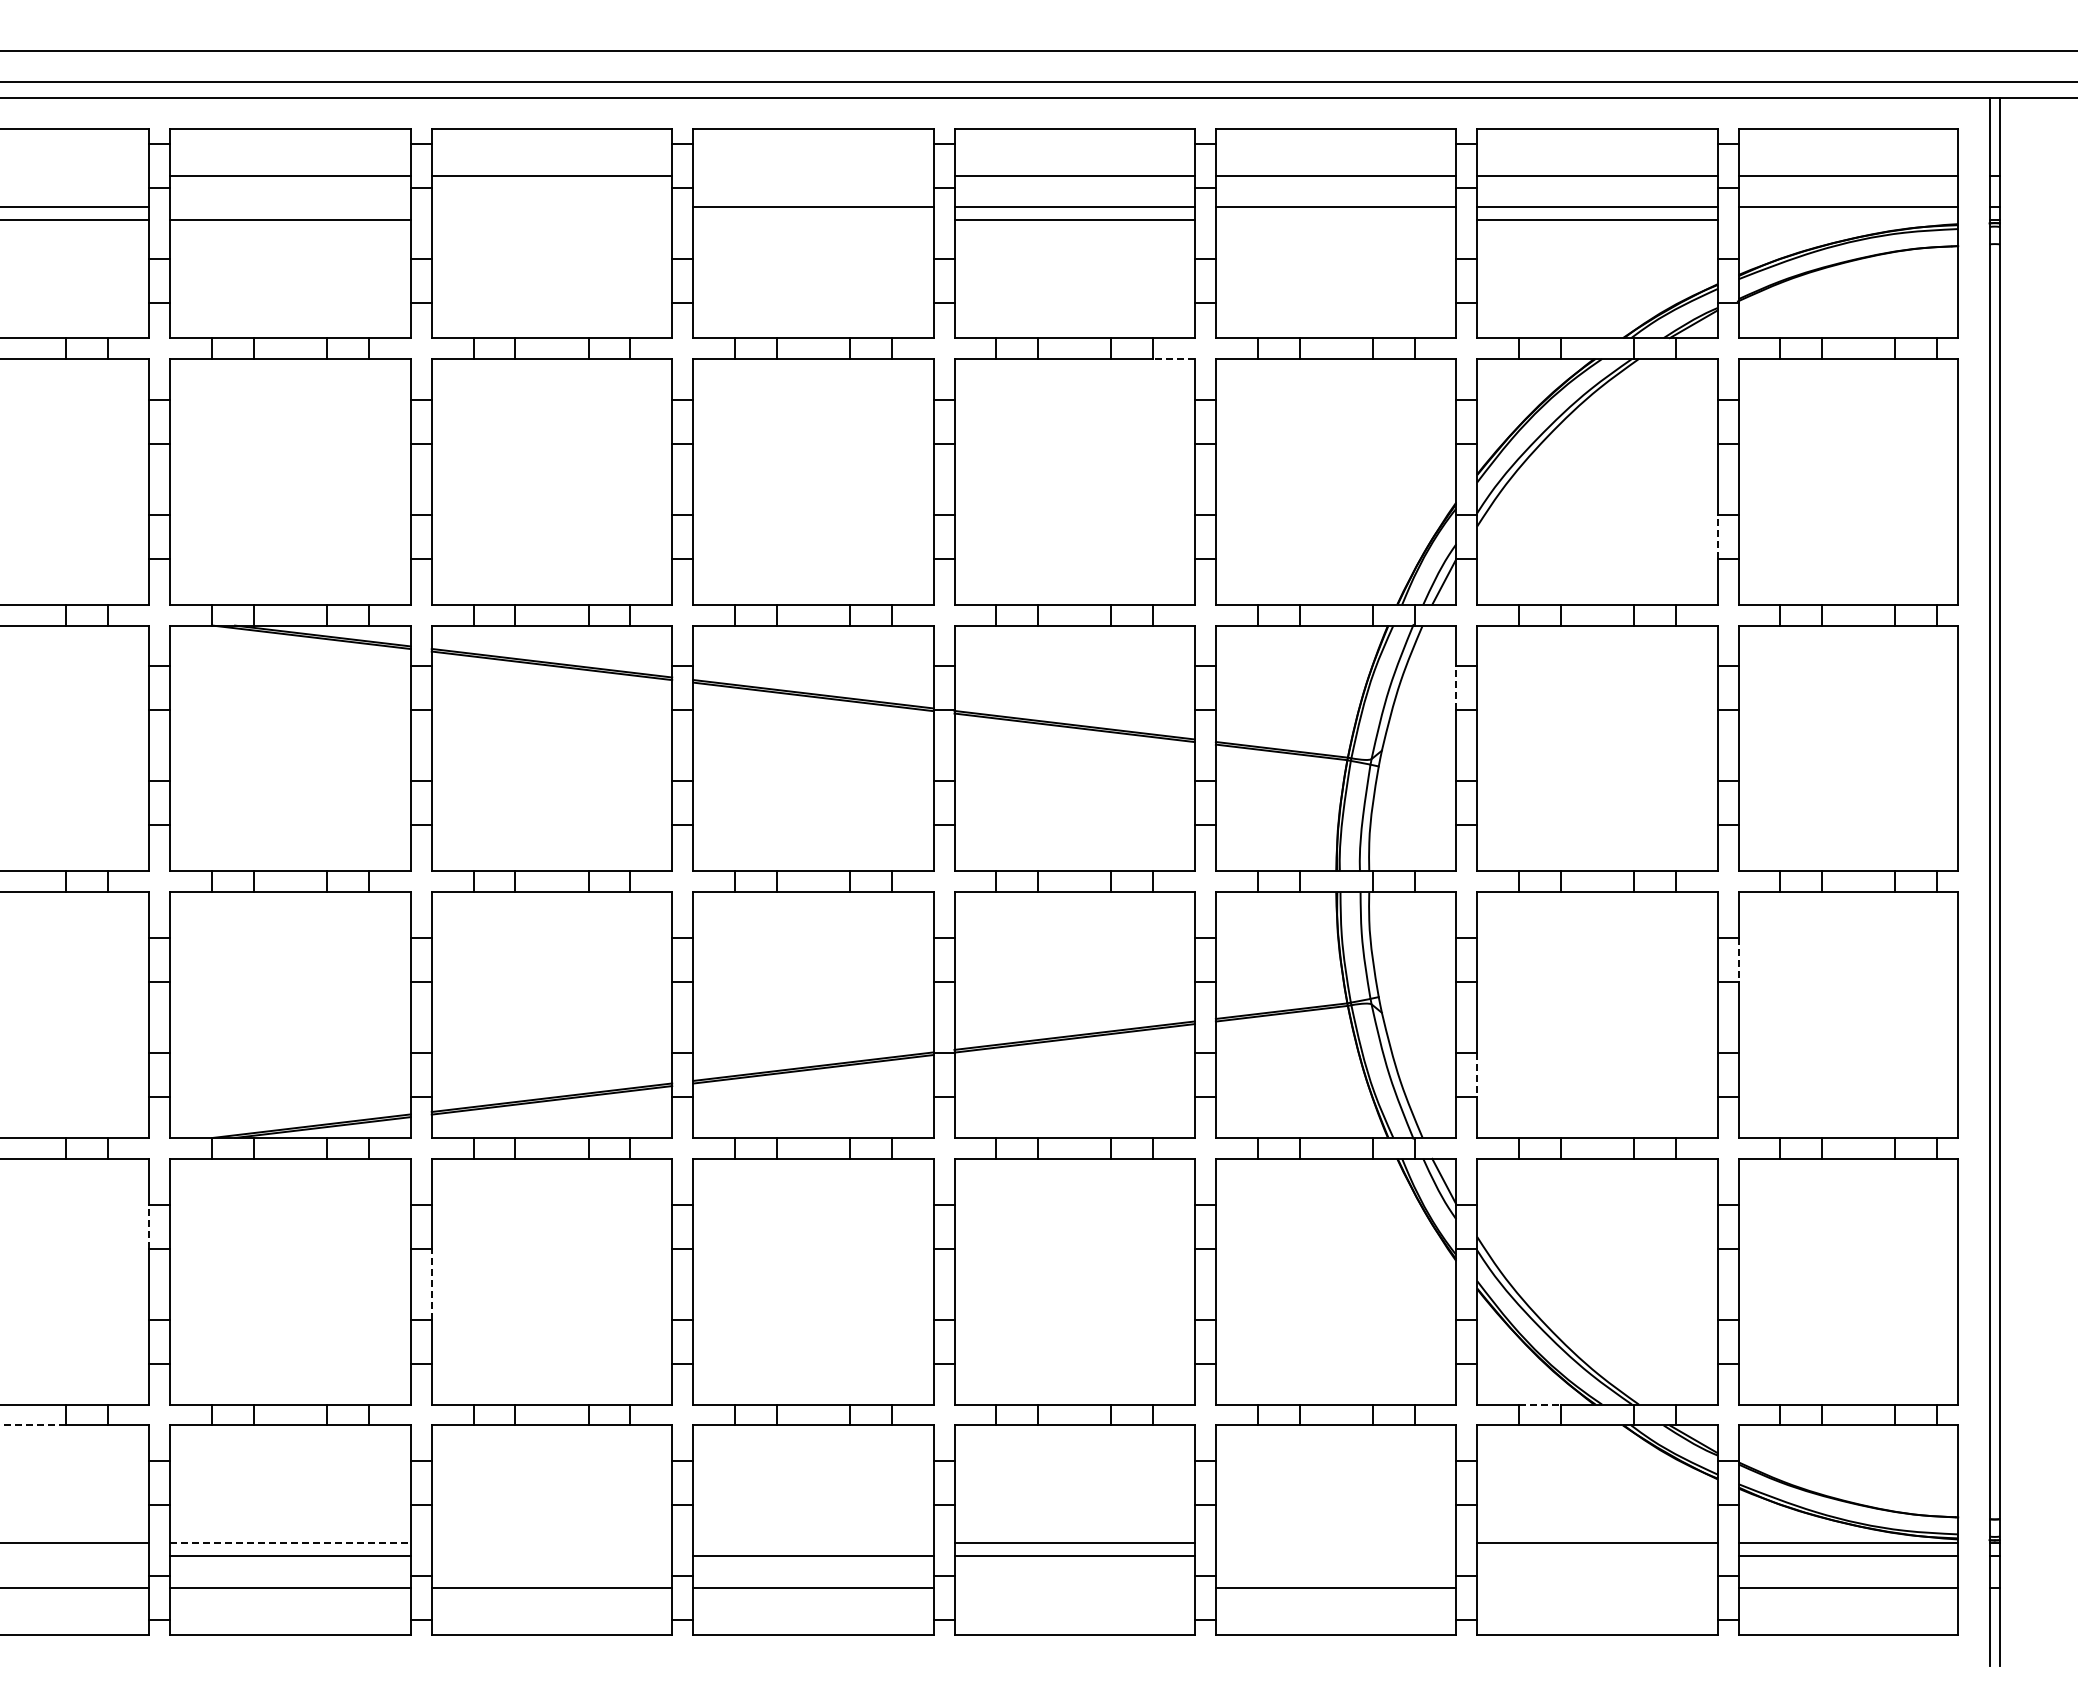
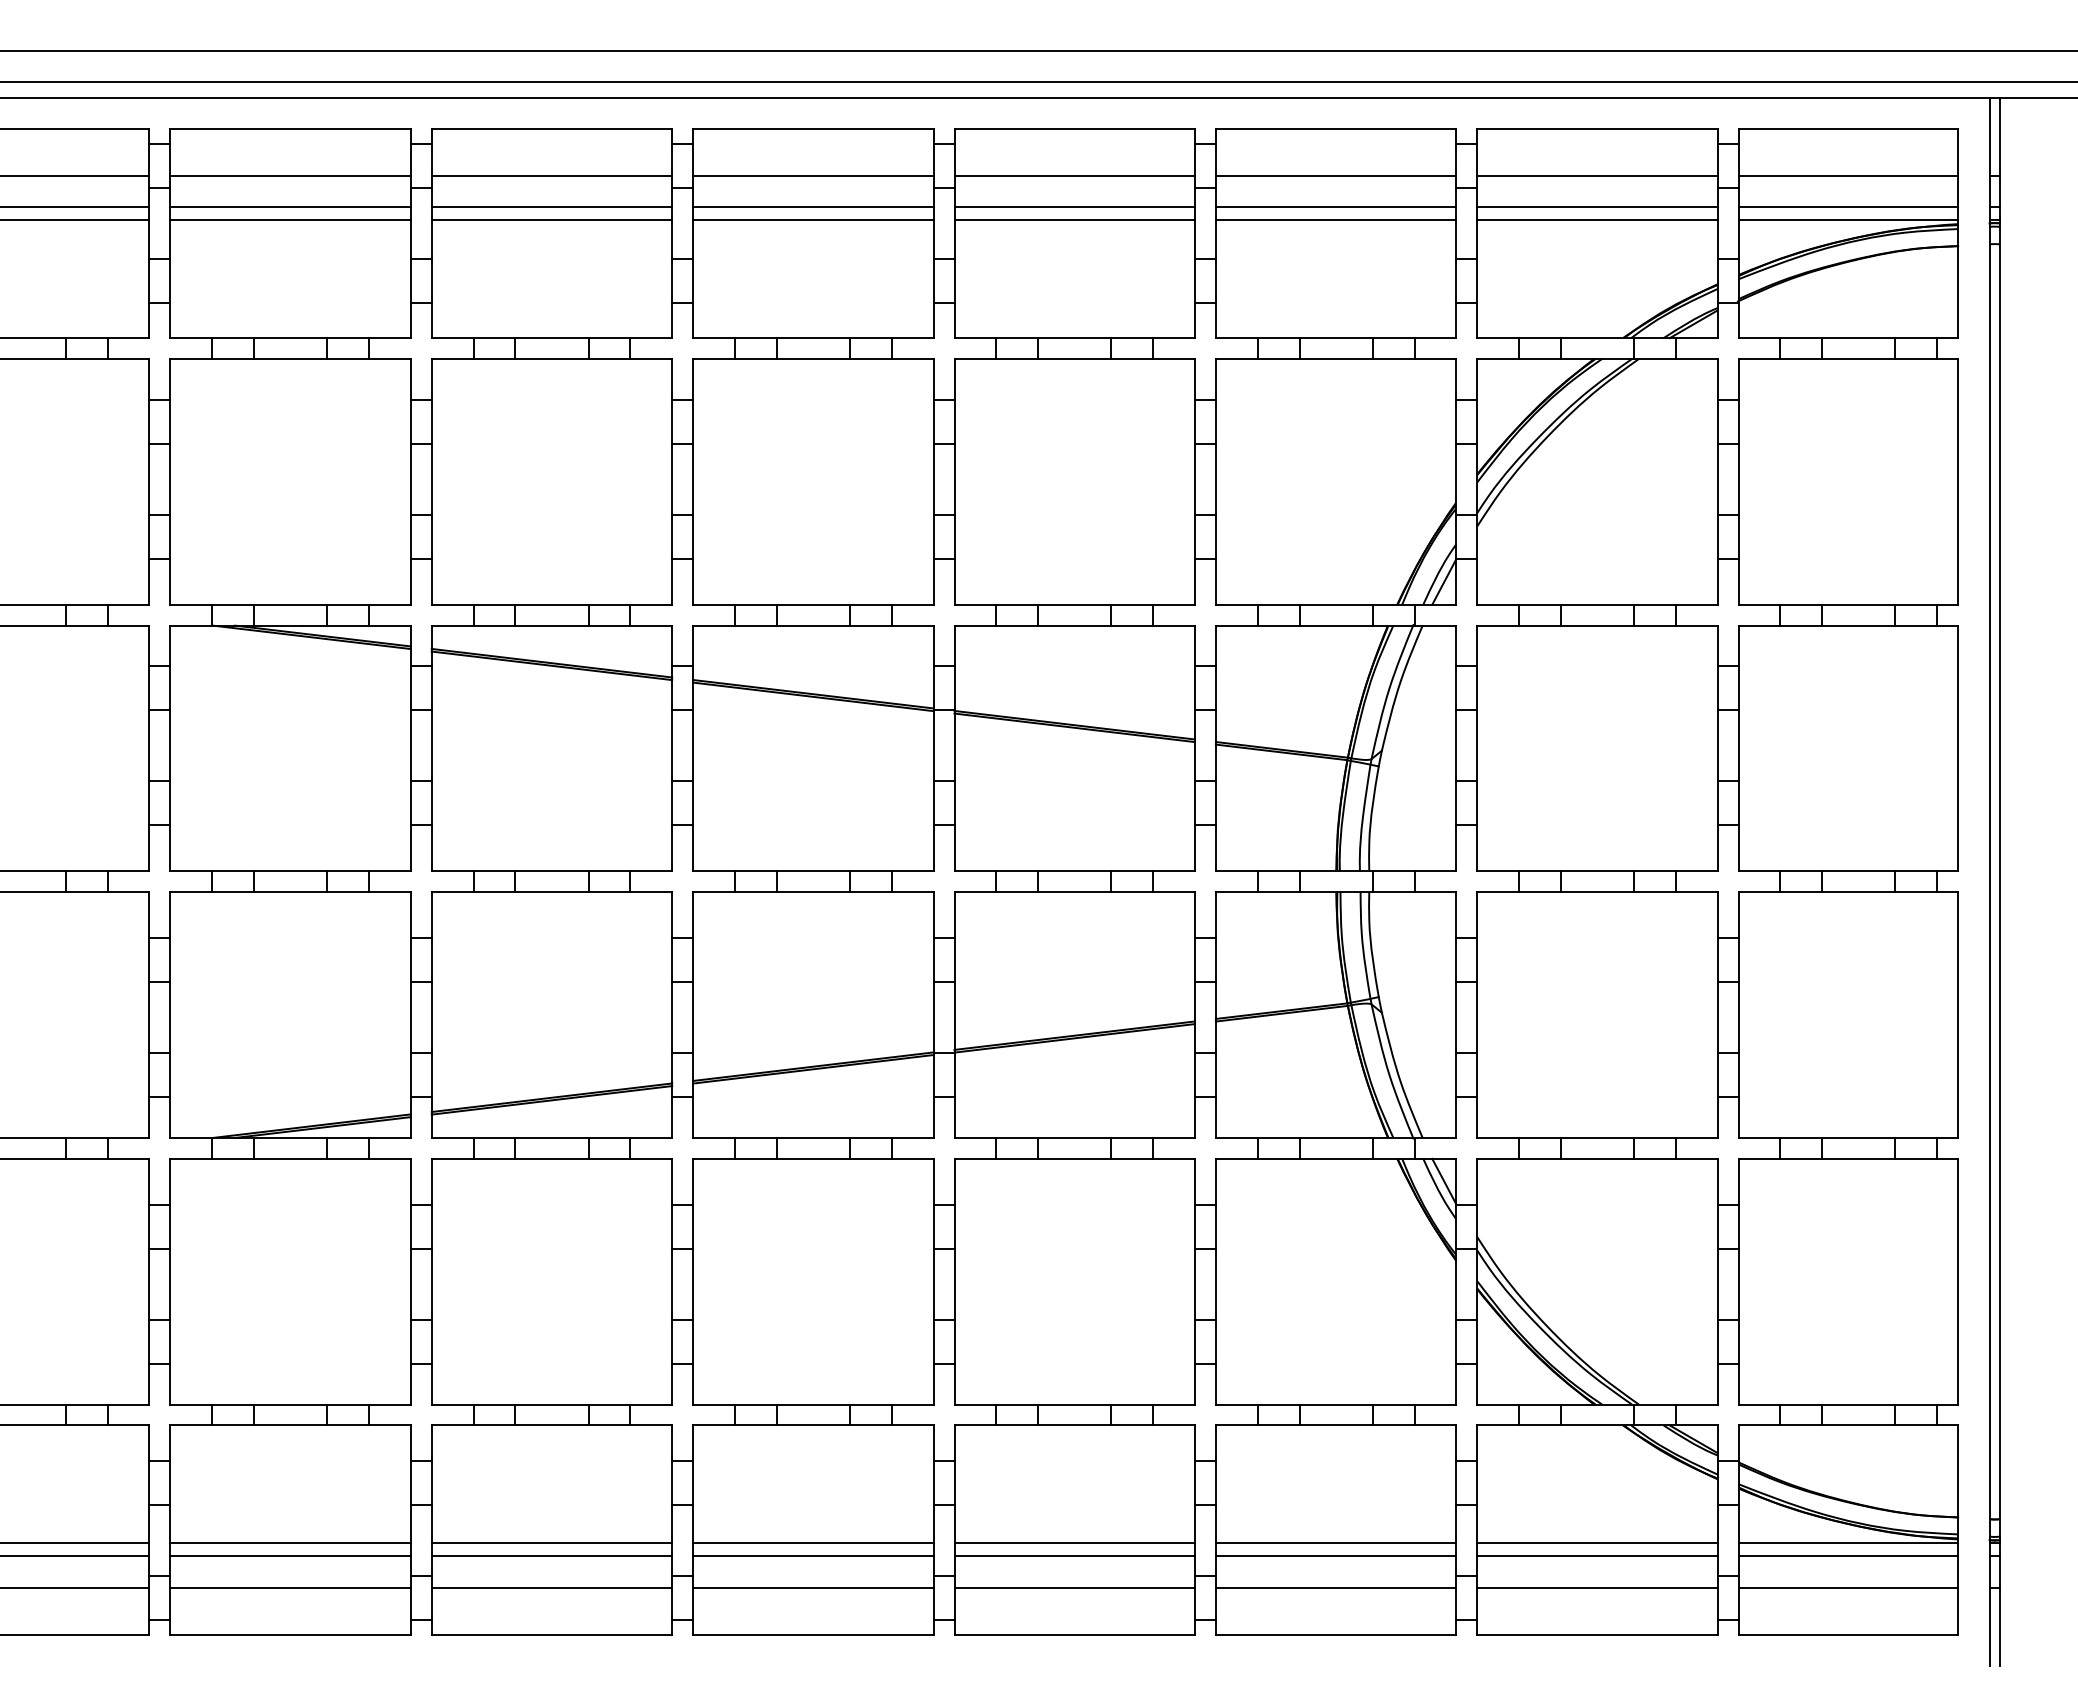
line at (75, 176): none -> present
line at (813, 176): none -> present
line at (290, 207): none -> present
line at (551, 207): none -> present
line at (551, 220): none -> present
line at (813, 220): none -> present
line at (1335, 220): none -> present
line at (1848, 220): none -> present
line at (1174, 359): dashed -> solid
line at (1717, 536): dashed -> solid
line at (1456, 688): dashed -> solid
line at (1738, 960): dashed -> solid
line at (1477, 1075): dashed -> solid
line at (149, 1226): dashed -> solid
line at (431, 1284): dashed -> solid
line at (1539, 1404): dashed -> solid
line at (33, 1425): dashed -> solid
line at (291, 1543): dashed -> solid
line at (551, 1543): none -> present
line at (813, 1543): none -> present
line at (1335, 1543): none -> present
line at (75, 1556): none -> present
line at (551, 1556): none -> present
line at (1335, 1556): none -> present
line at (1597, 1556): none -> present
line at (1074, 1587): none -> present
line at (1597, 1587): none -> present
